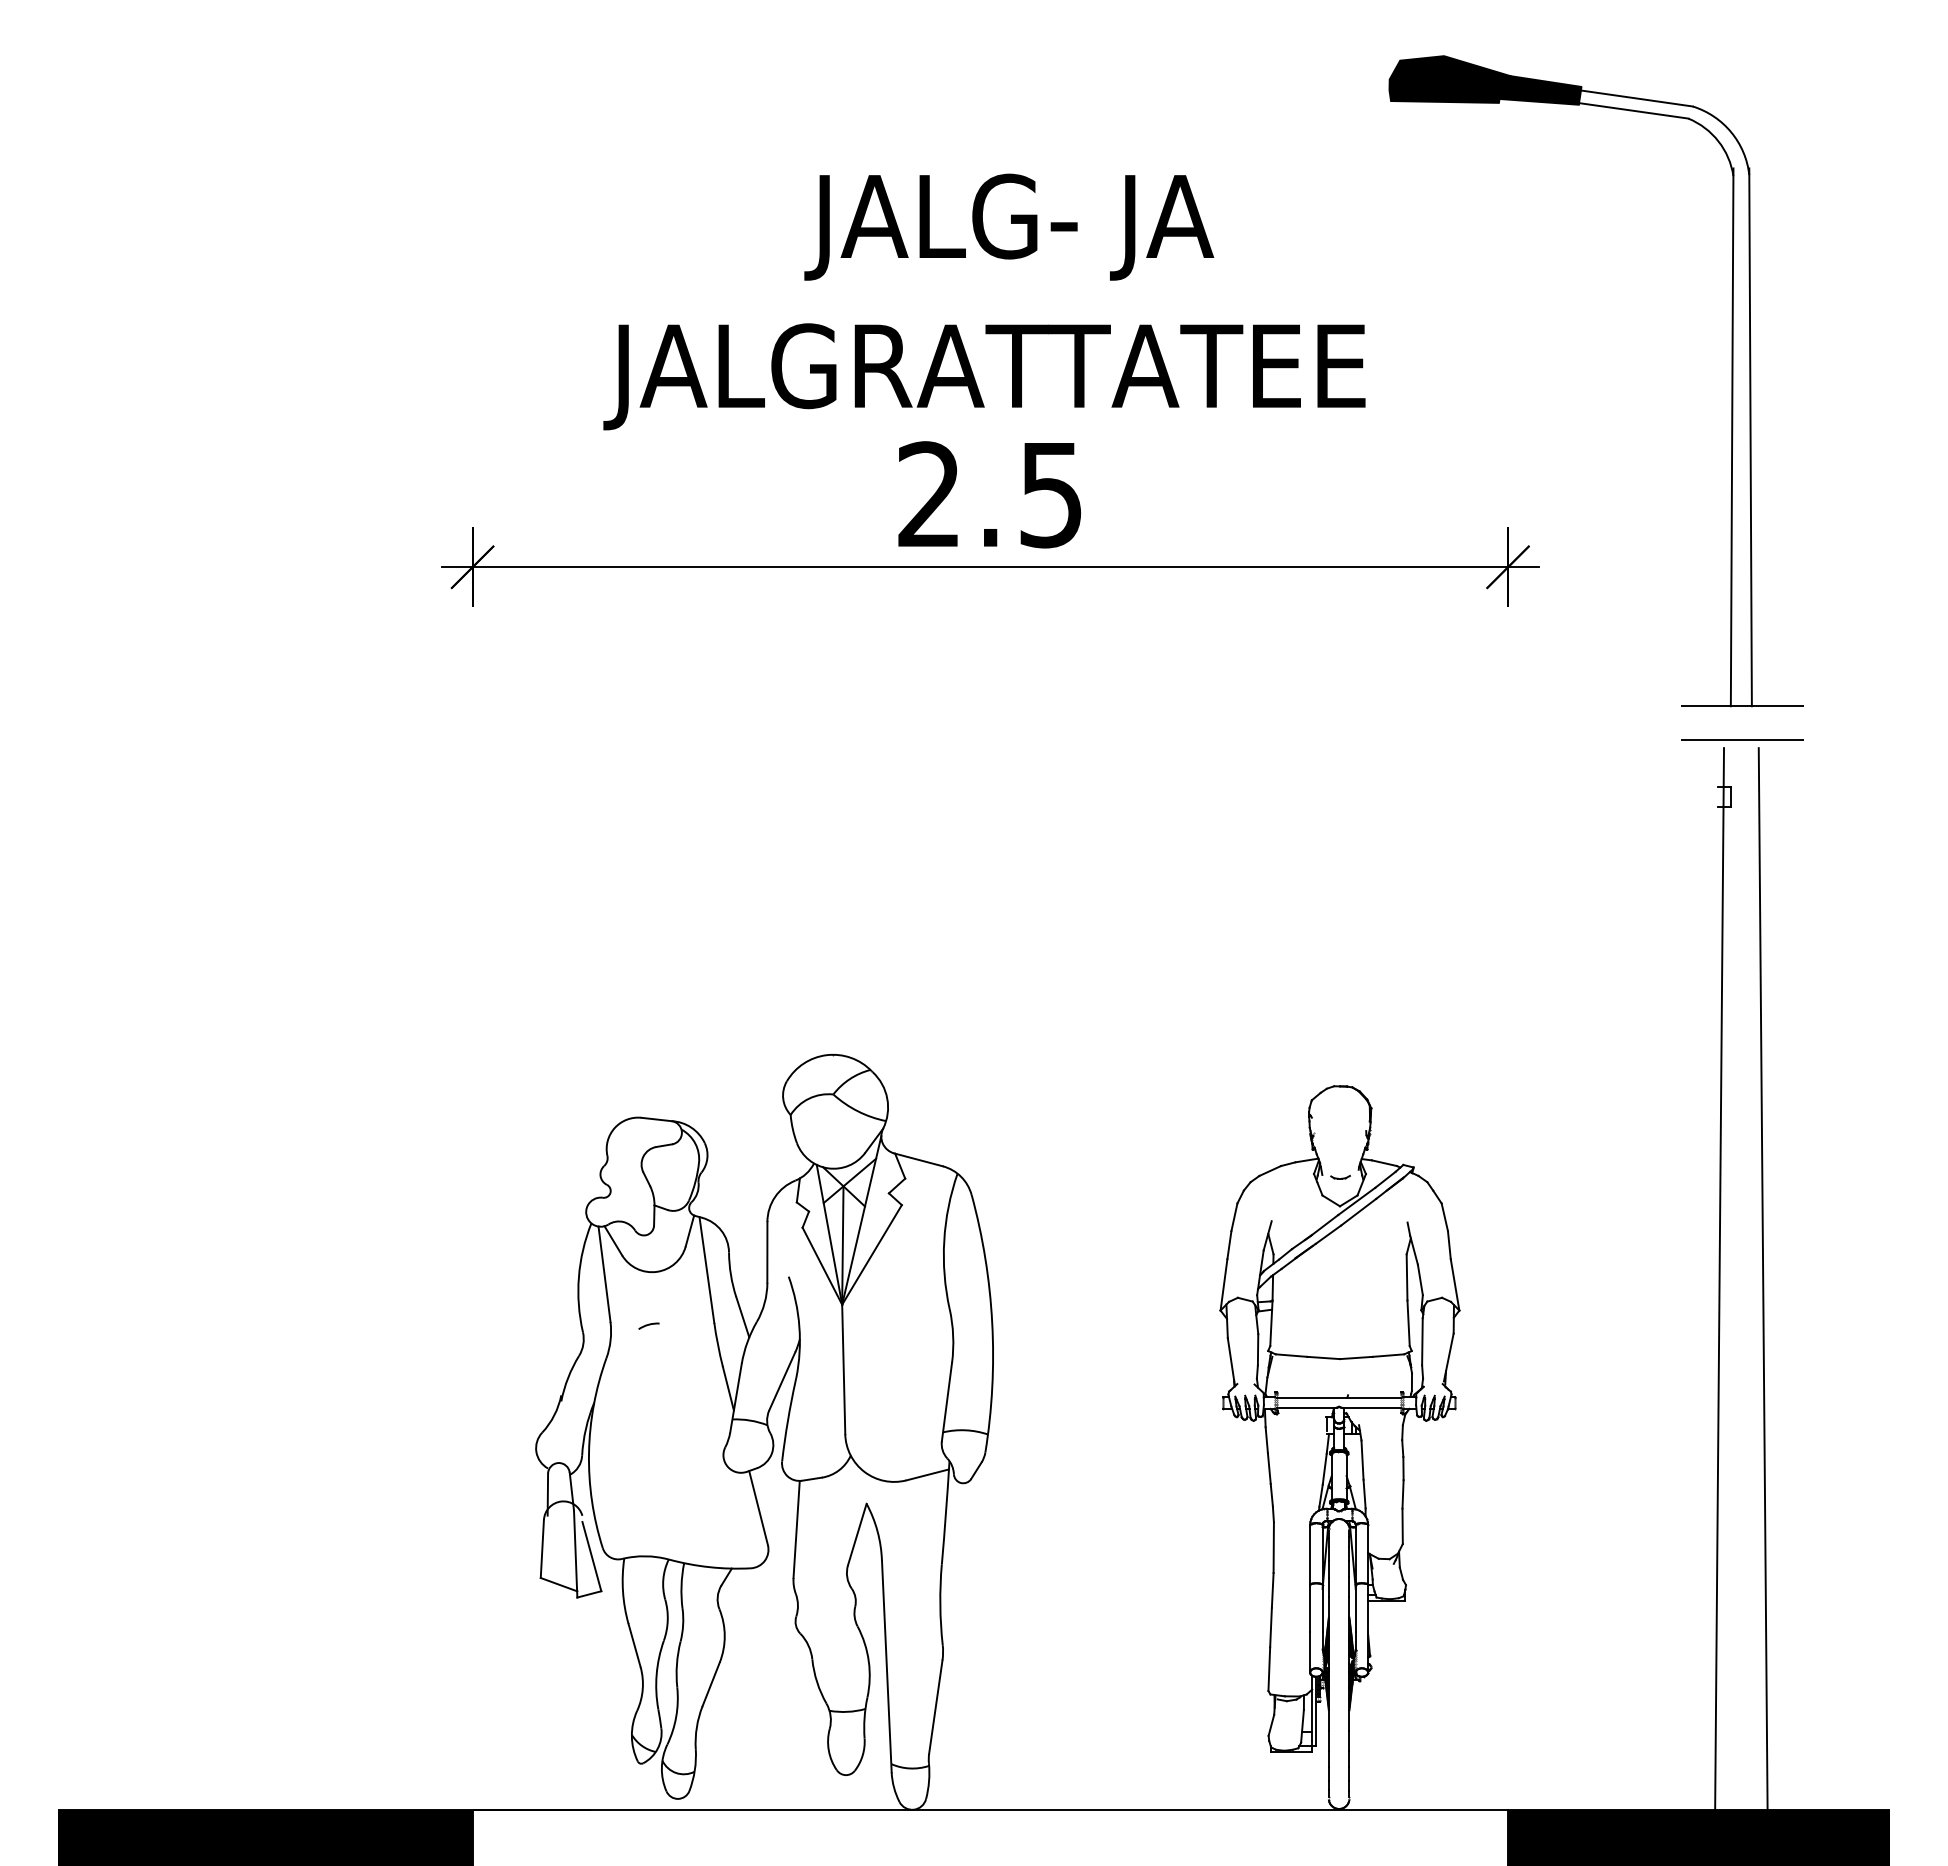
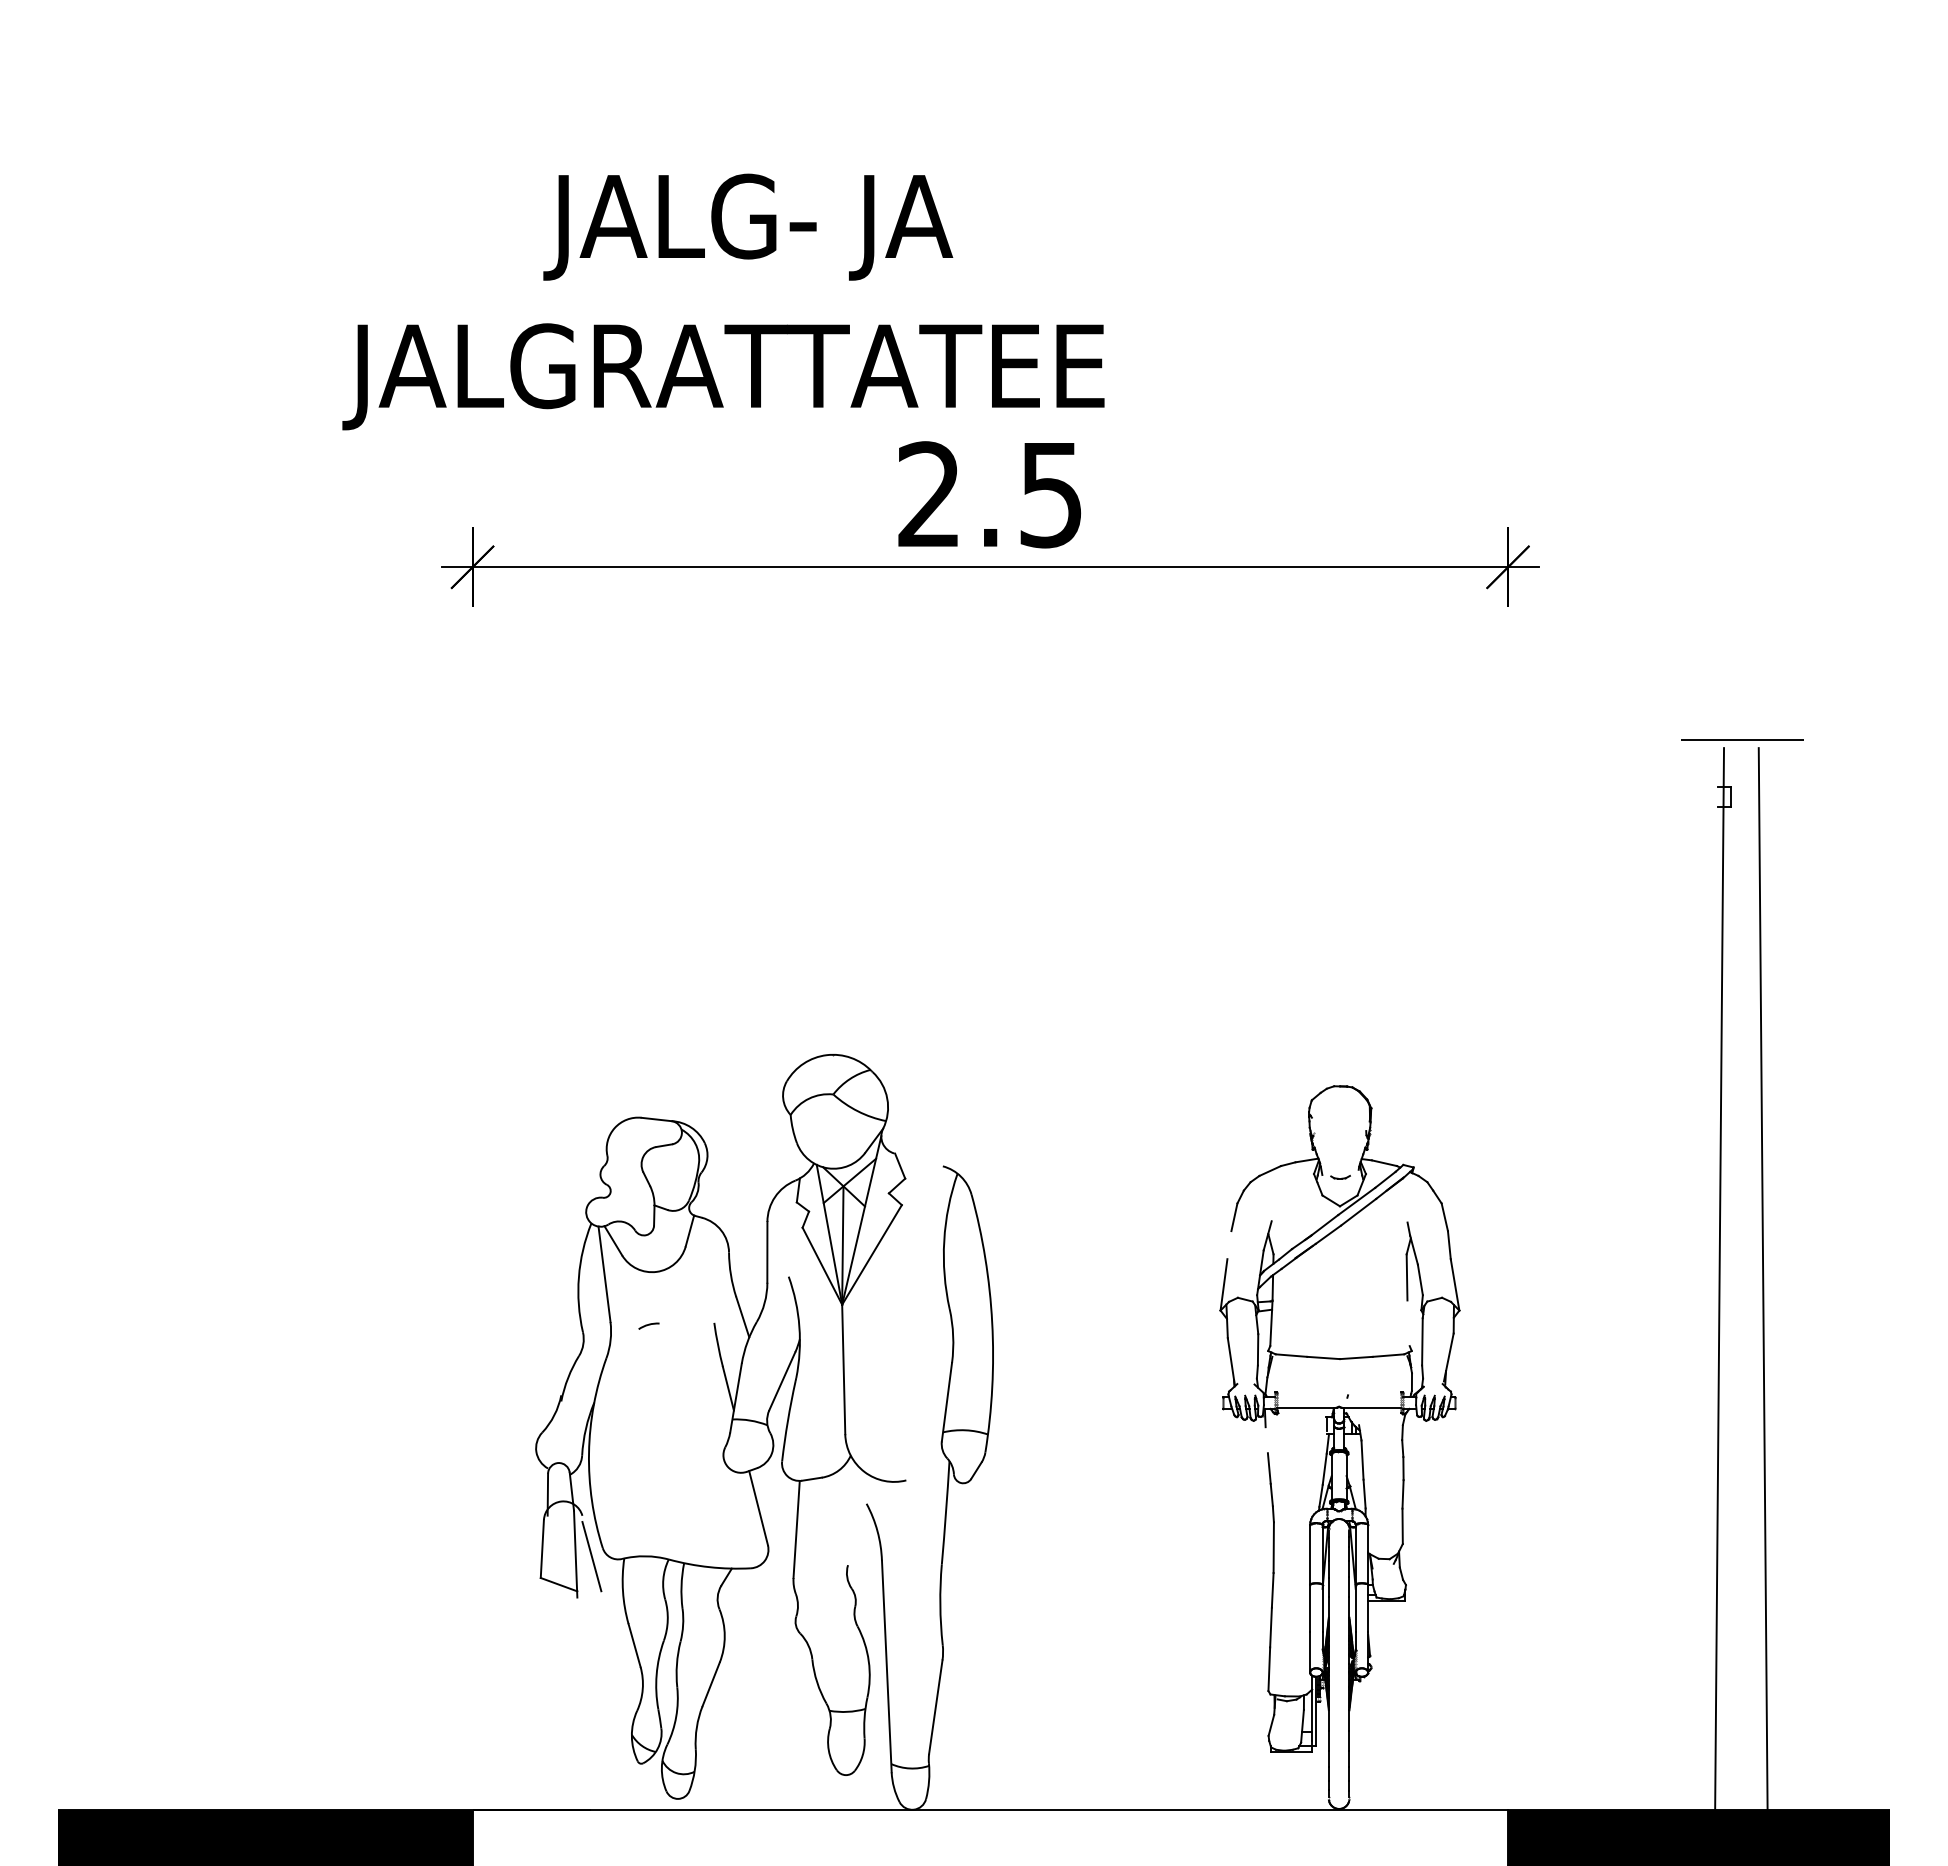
text at (984, 301) position: (984, 301) -> (723, 301)
part at (1731, 381): present -> none
line at (918, 1159): present -> none
line at (1229, 1245): present -> none
line at (706, 1269): present -> none
line at (1408, 1323): present -> none
line at (1338, 1397): present -> none
line at (1266, 1440): present -> none
line at (927, 1474): present -> none
line at (857, 1534): present -> none
line at (589, 1594): present -> none
